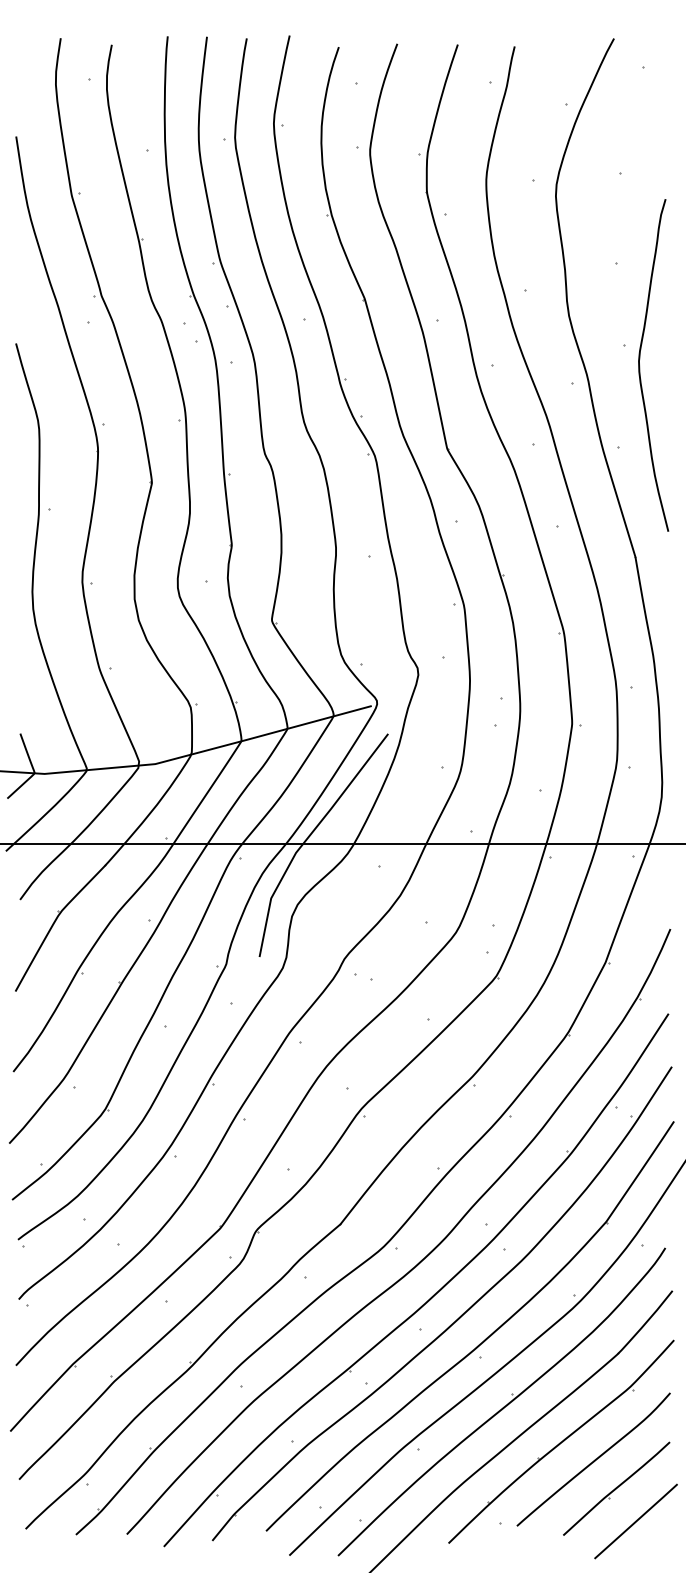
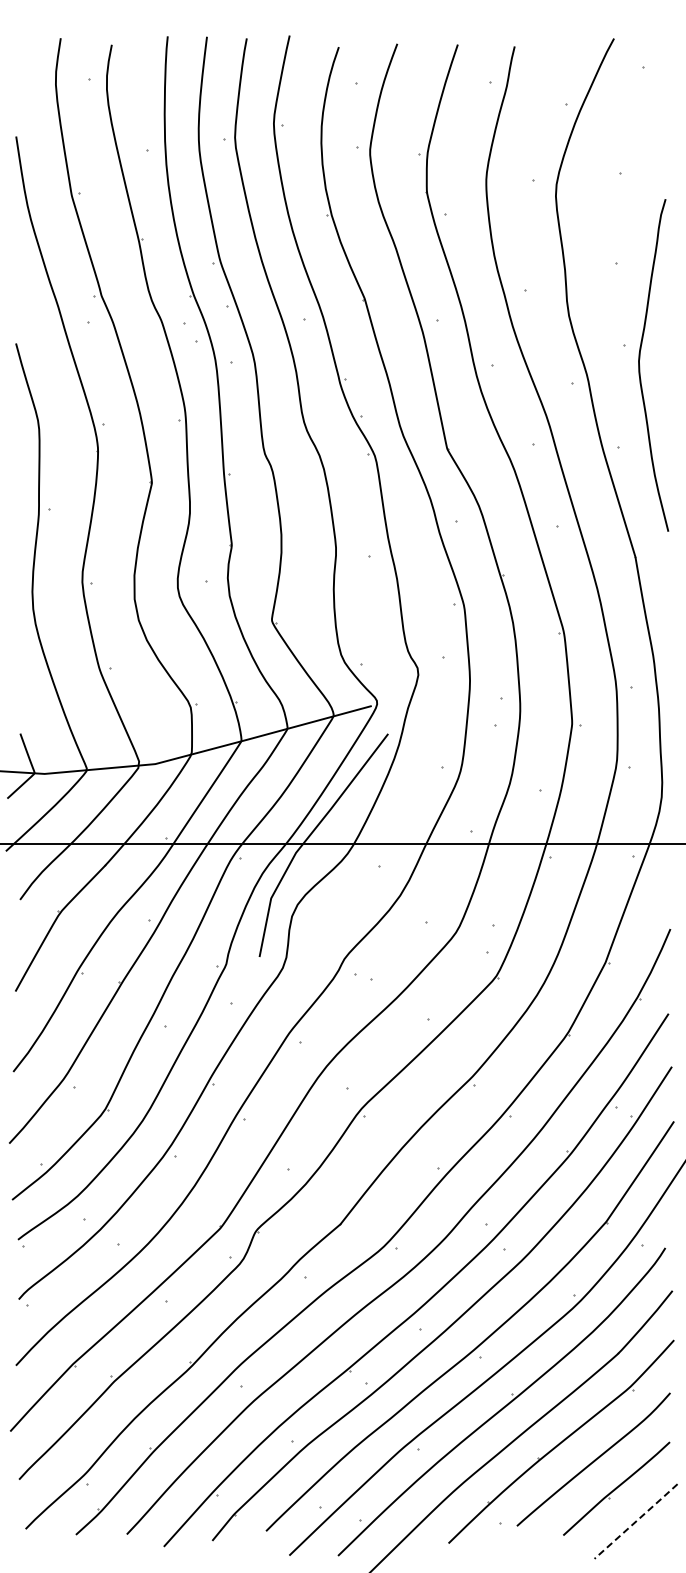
line at (636, 1521): solid -> dashed
